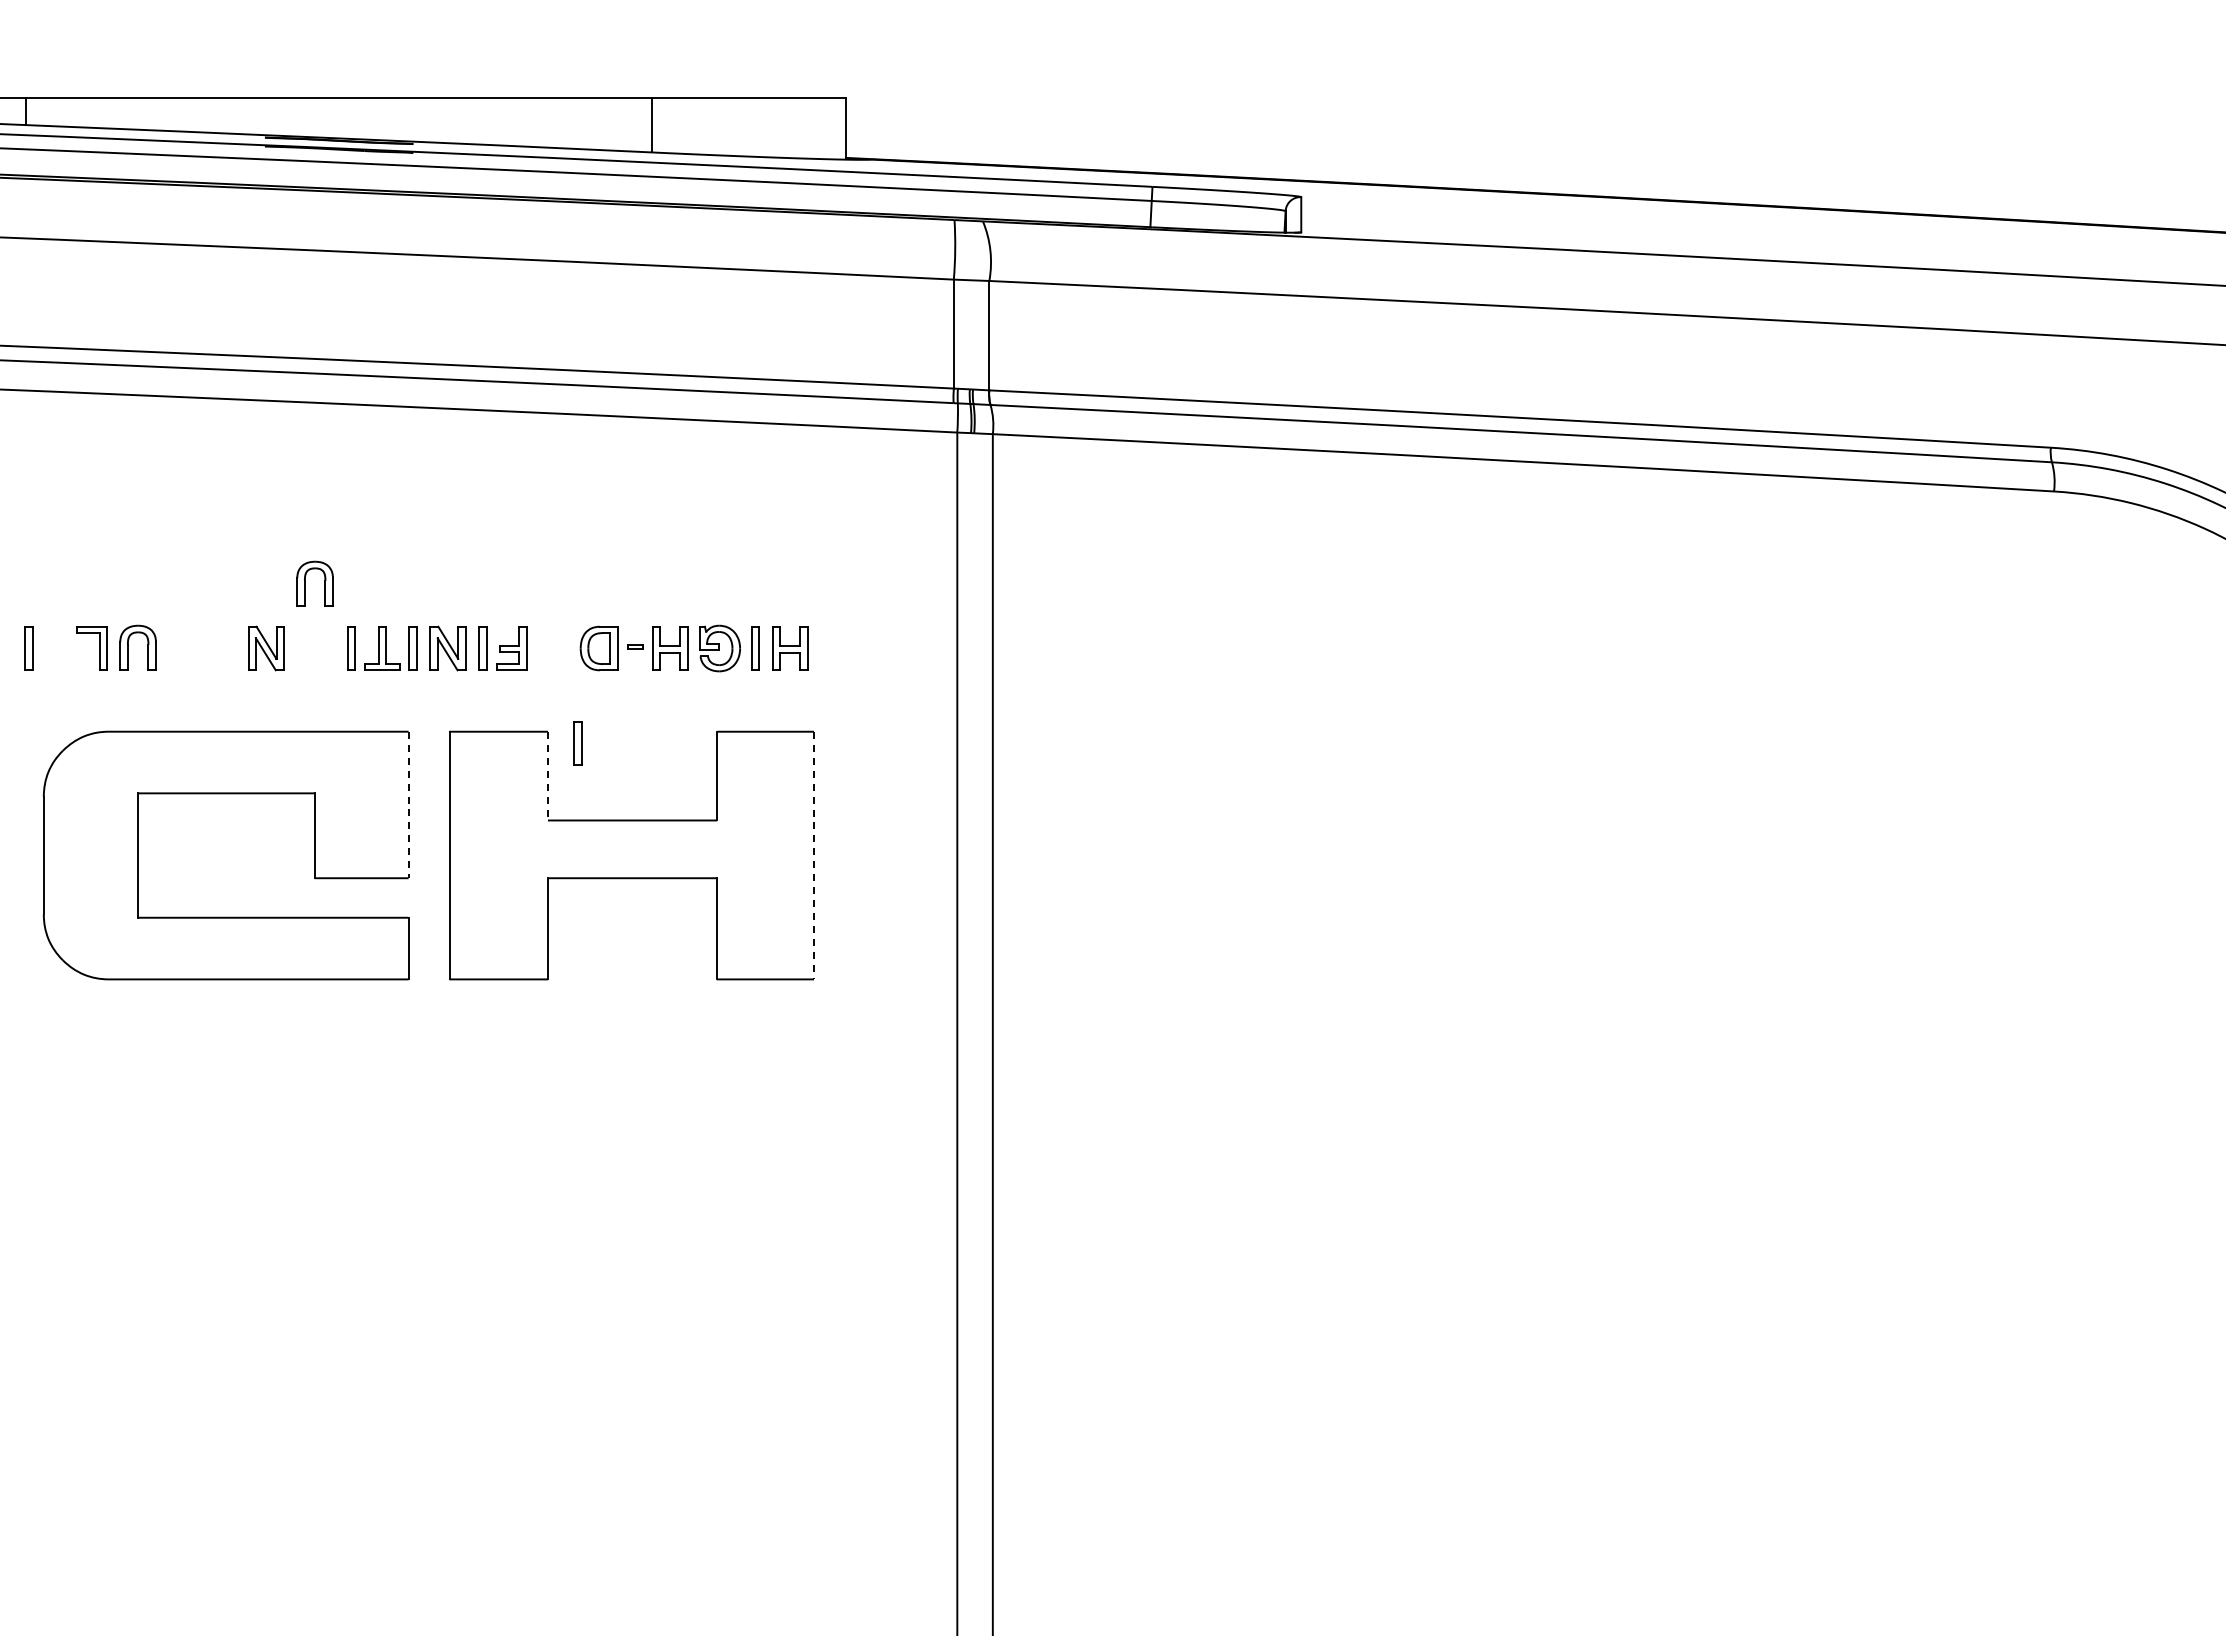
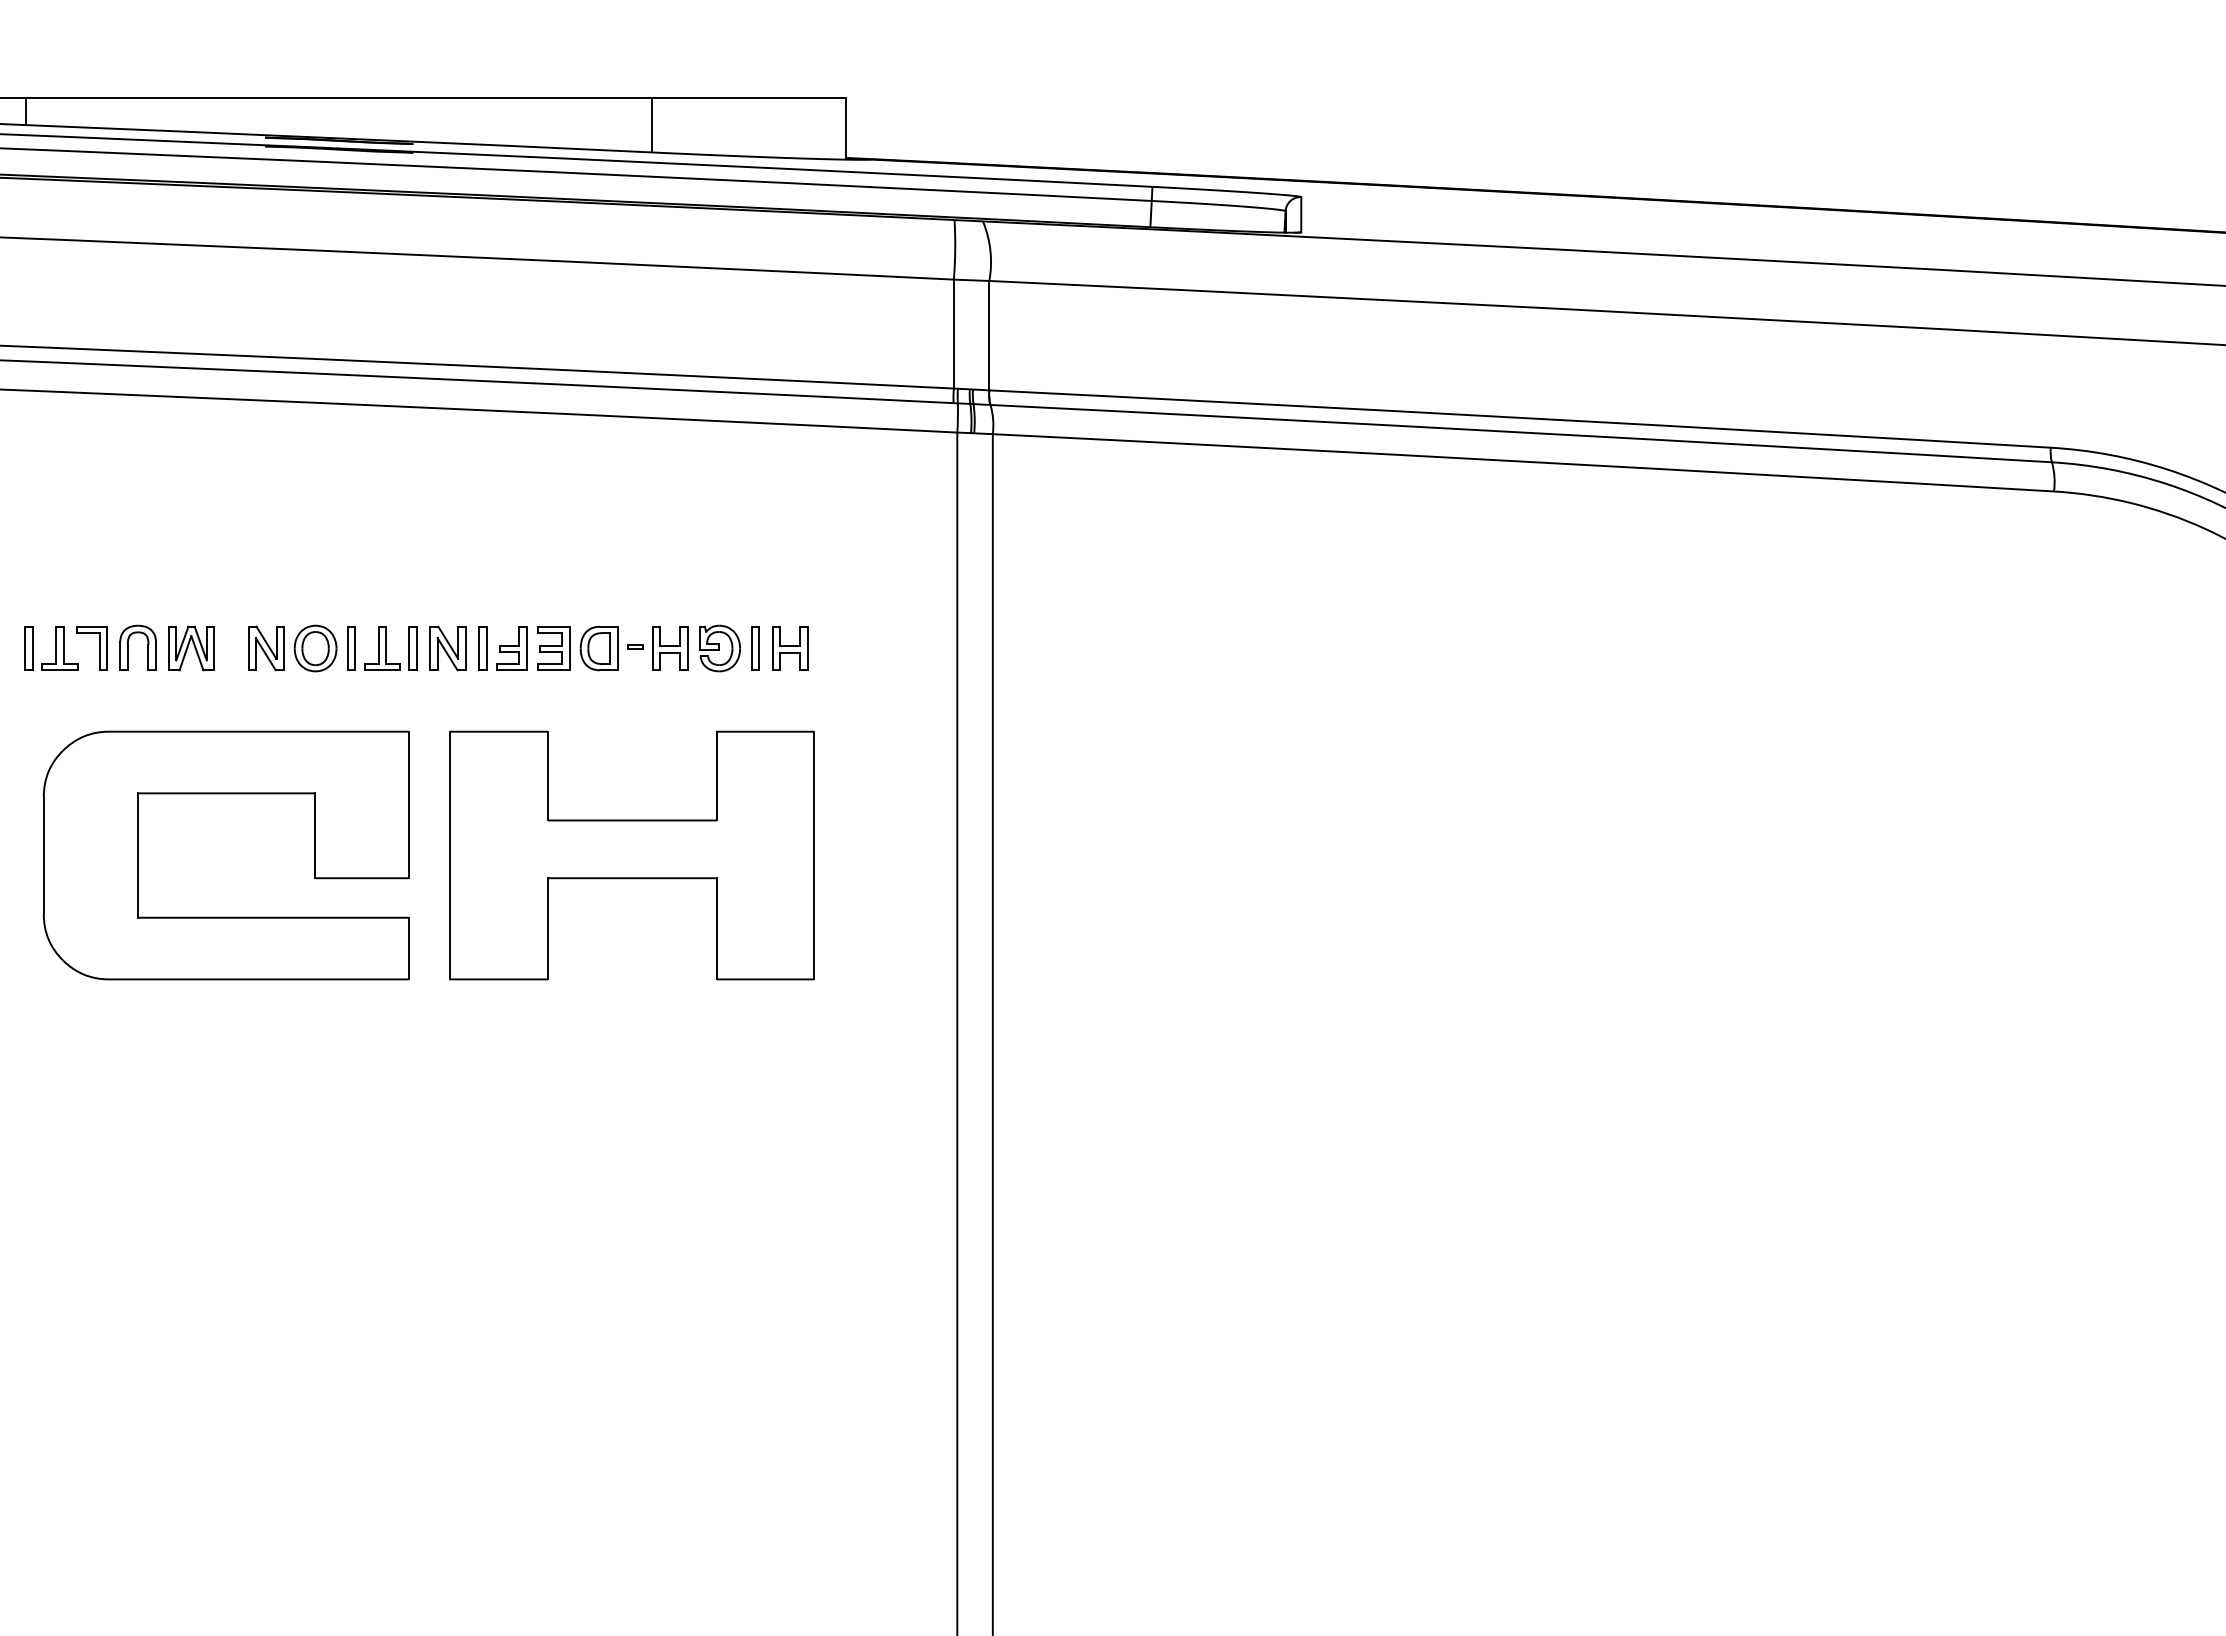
part at (305, 583): present -> none
part at (59, 648): none -> present
part at (191, 648): none -> present
part at (315, 648): none -> present
part at (553, 648): none -> present
part at (577, 743): present -> none
line at (547, 776): dashed -> solid
line at (408, 805): dashed -> solid
line at (813, 855): dashed -> solid
